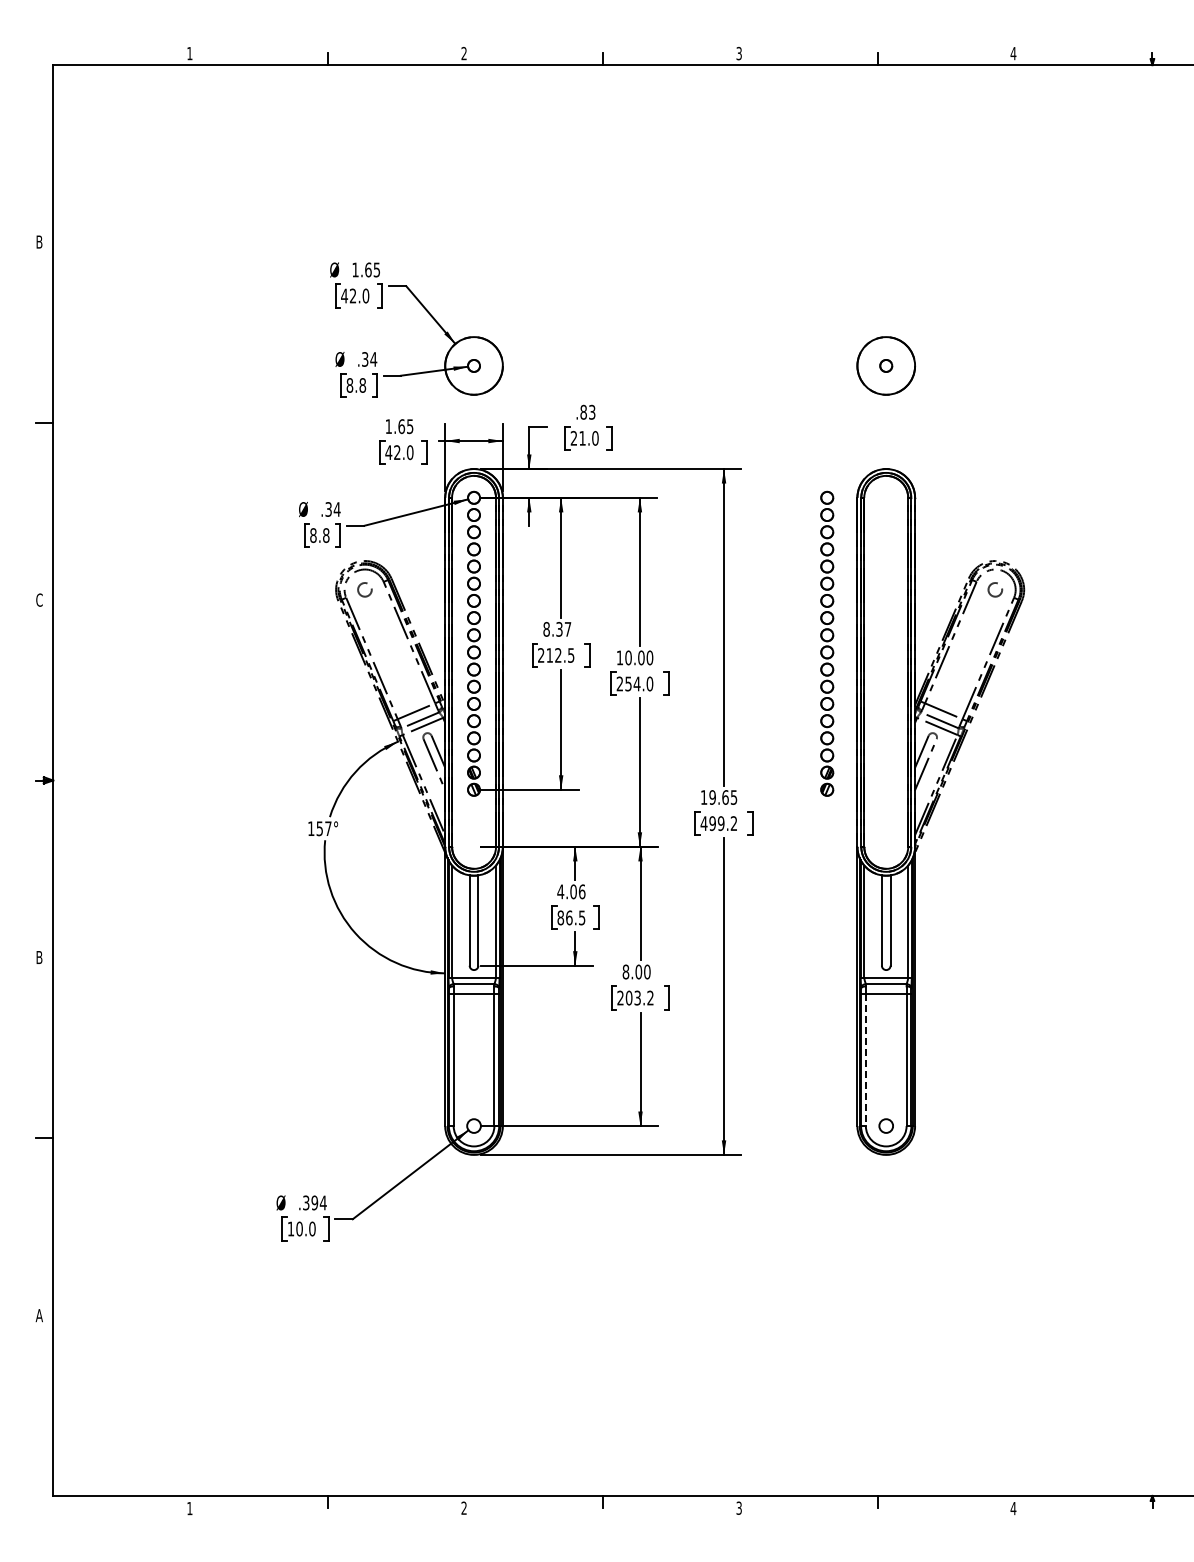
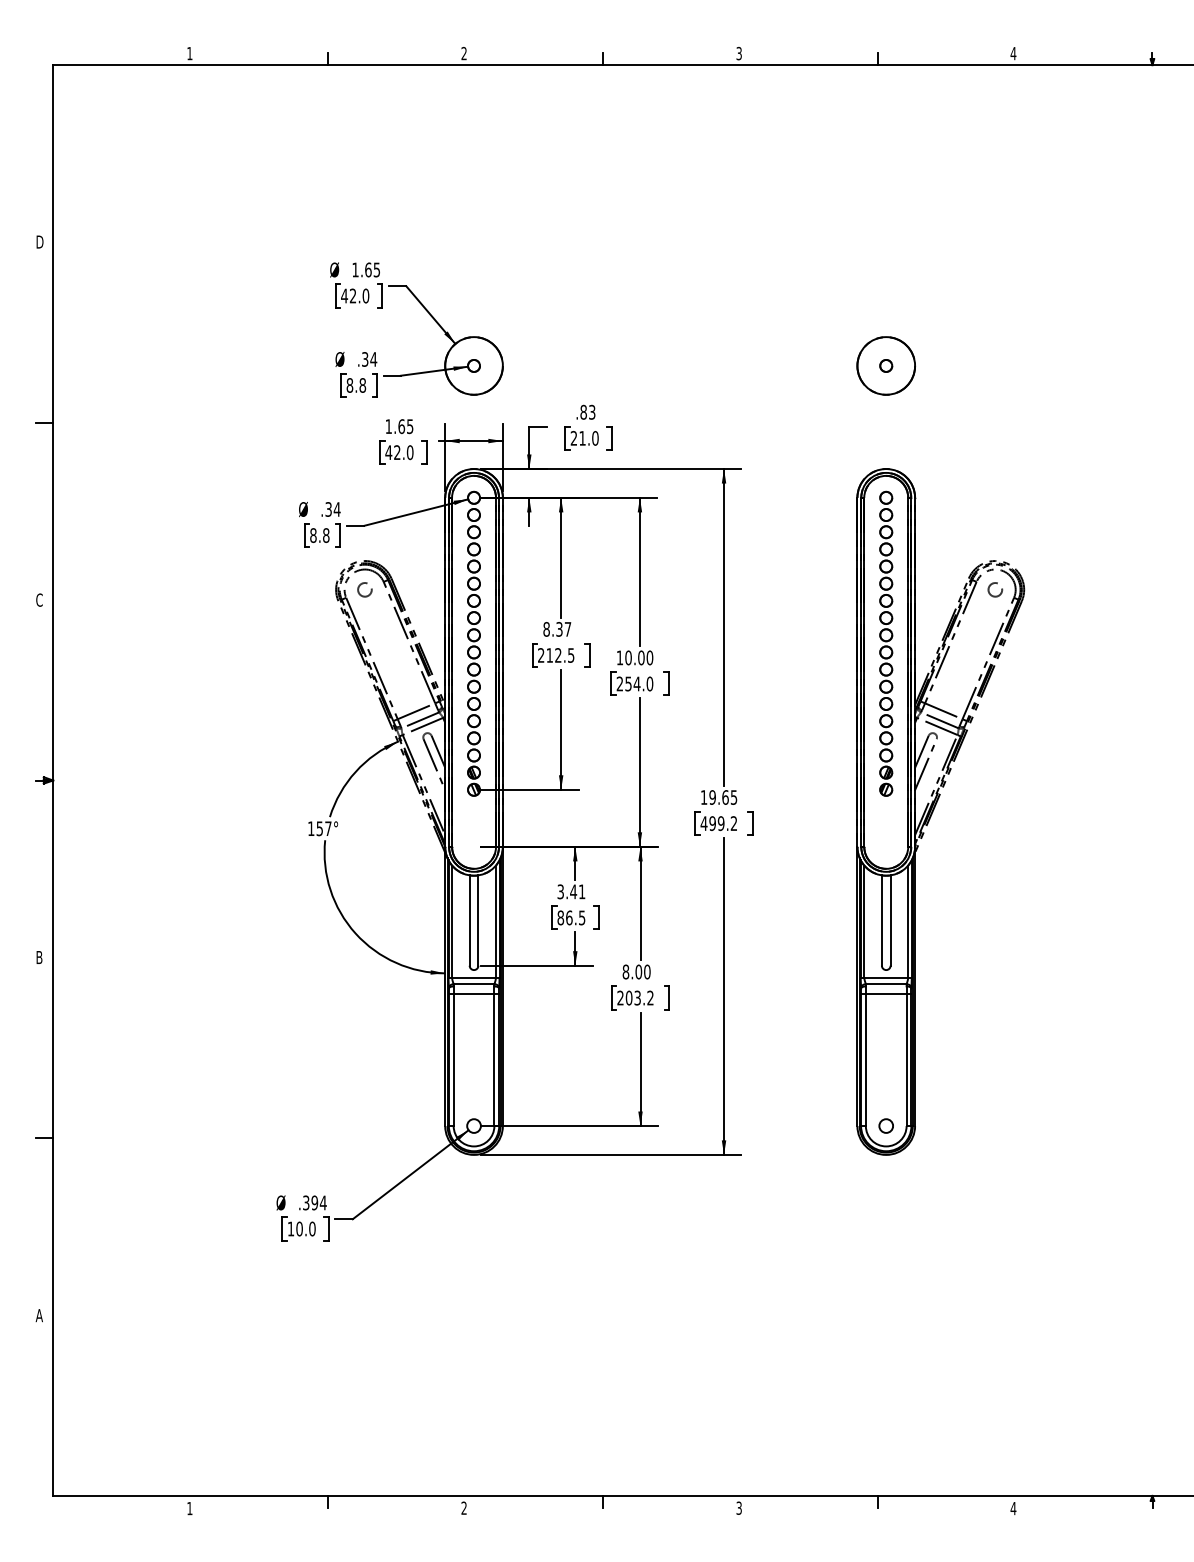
text at (40, 242): B -> D
part at (827, 643) position: (827, 643) -> (886, 643)
text at (571, 891): 4.06 -> 3.41
line at (865, 1060): dashed -> solid
